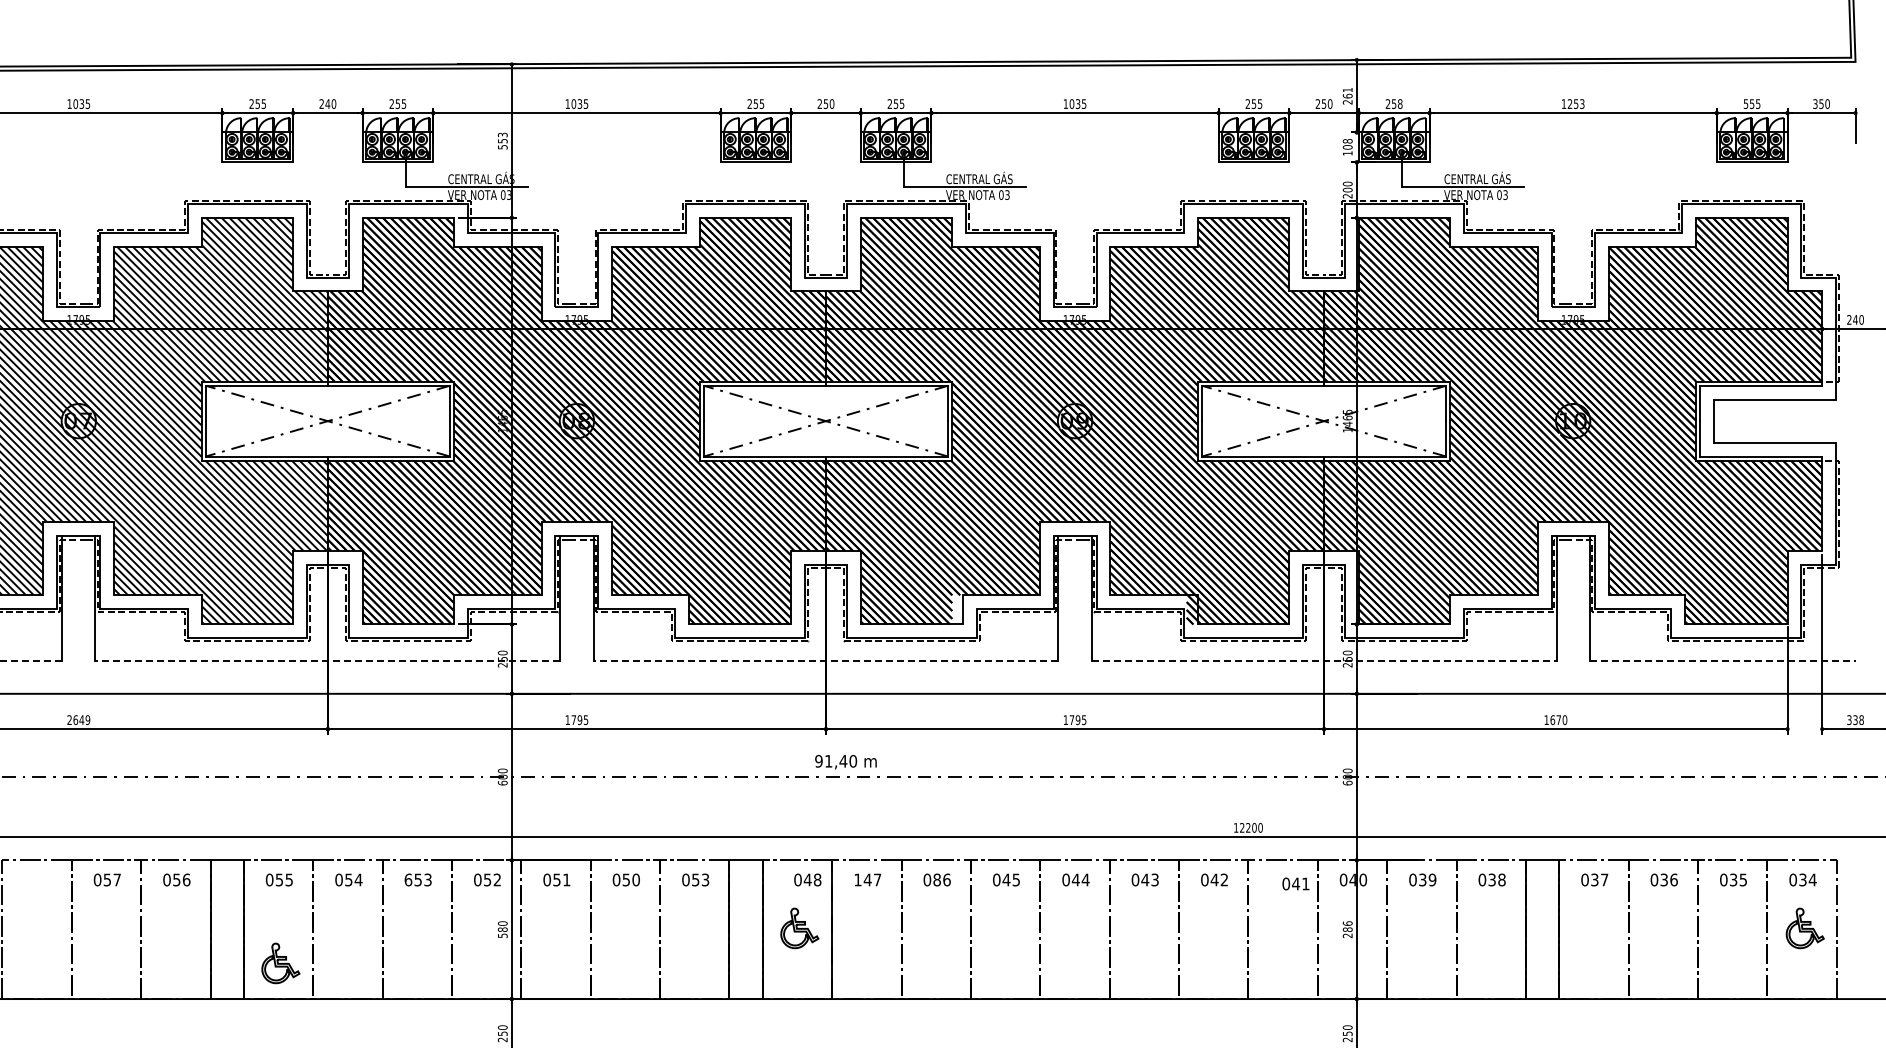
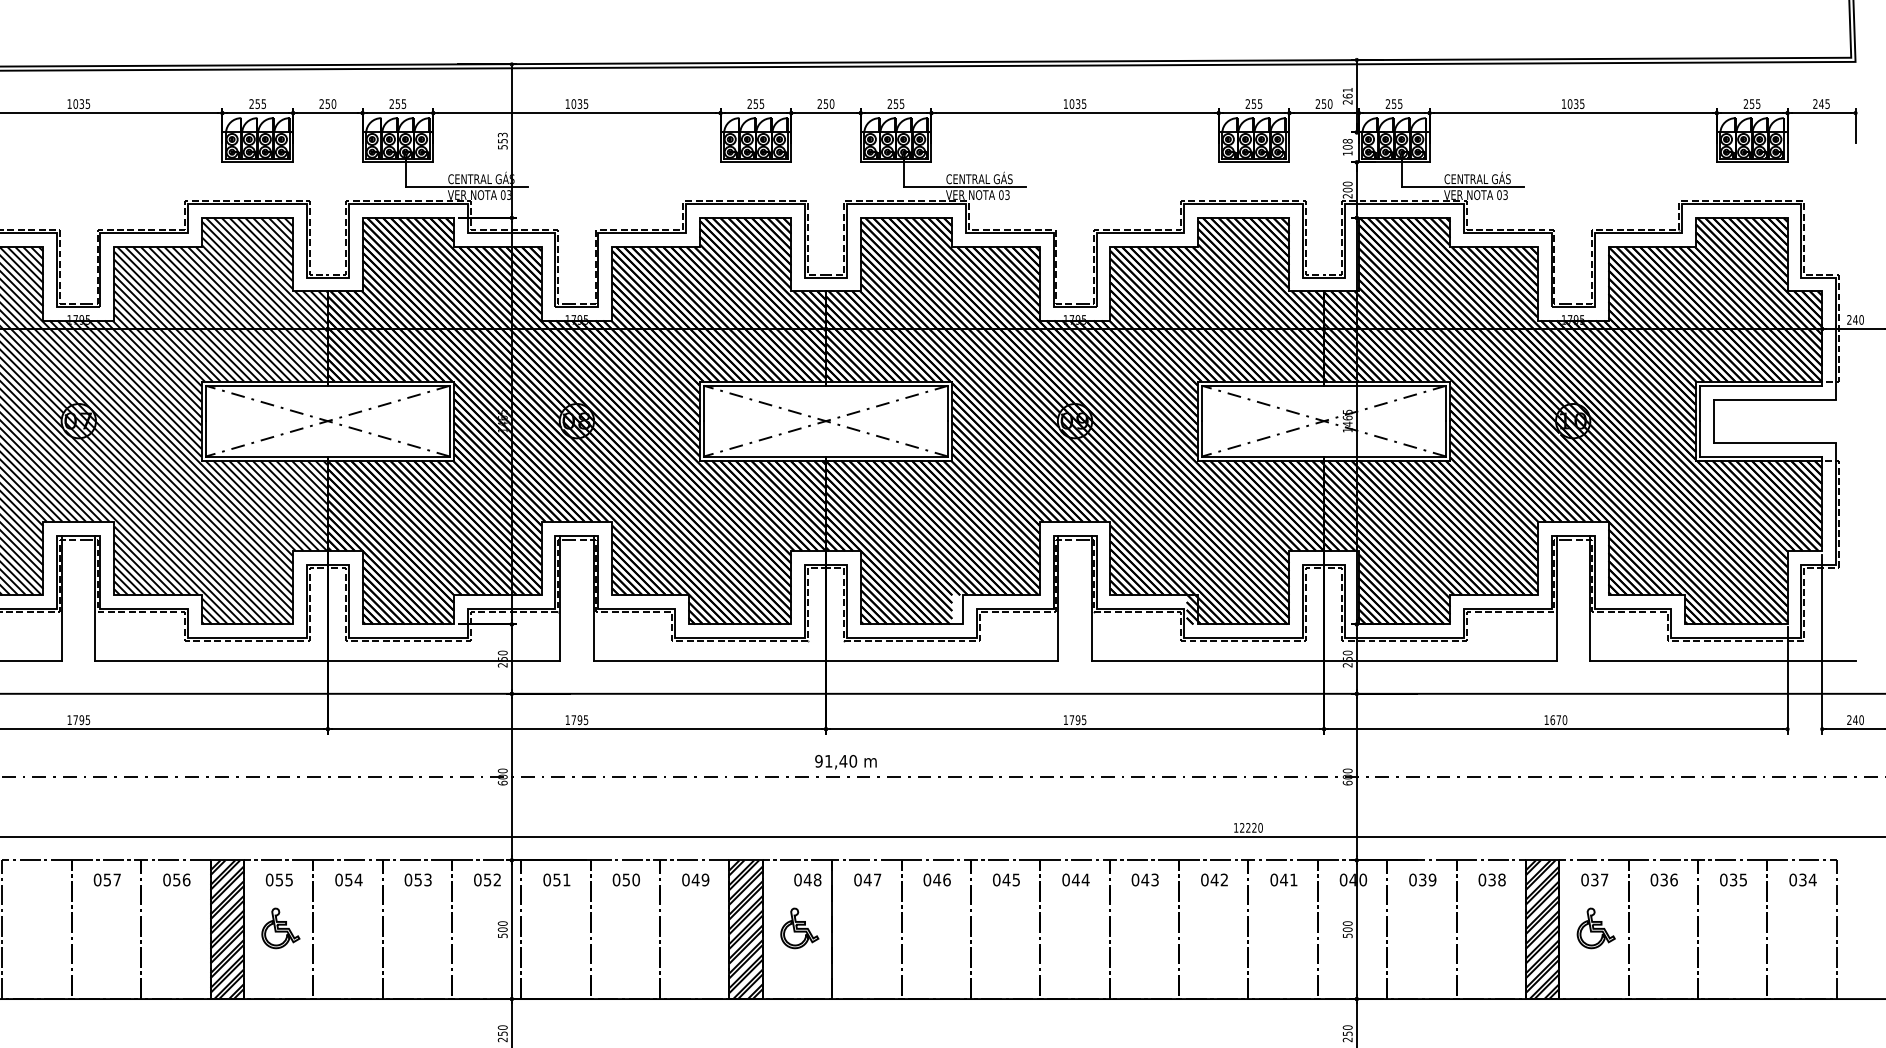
text at (1400, 103): 258 -> 255
text at (1575, 103): 1253 -> 1035
text at (1821, 103): 350 -> 245
text at (327, 104): 240 -> 250
text at (1745, 104): 555 -> 255
line at (31, 660): dashed -> solid
line at (327, 660): dashed -> solid
line at (825, 660): dashed -> solid
line at (1324, 660): dashed -> solid
line at (1722, 660): dashed -> solid
text at (78, 720): 2649 -> 1795
text at (1855, 720): 338 -> 240
text at (1254, 827): 12200 -> 12220
text at (408, 879): 653 -> 053
text at (700, 879): 053 -> 049
text at (857, 879): 147 -> 047
text at (937, 879): 086 -> 046
text at (1295, 883) position: (1295, 883) -> (1283, 879)
part at (1804, 928) position: (1804, 928) -> (1595, 928)
hatch at (226, 929): none -> present
text at (502, 929): 580 -> 500
hatch at (745, 929): none -> present
text at (1347, 929): 286 -> 500
hatch at (1542, 929): none -> present
part at (280, 963) position: (280, 963) -> (280, 928)
